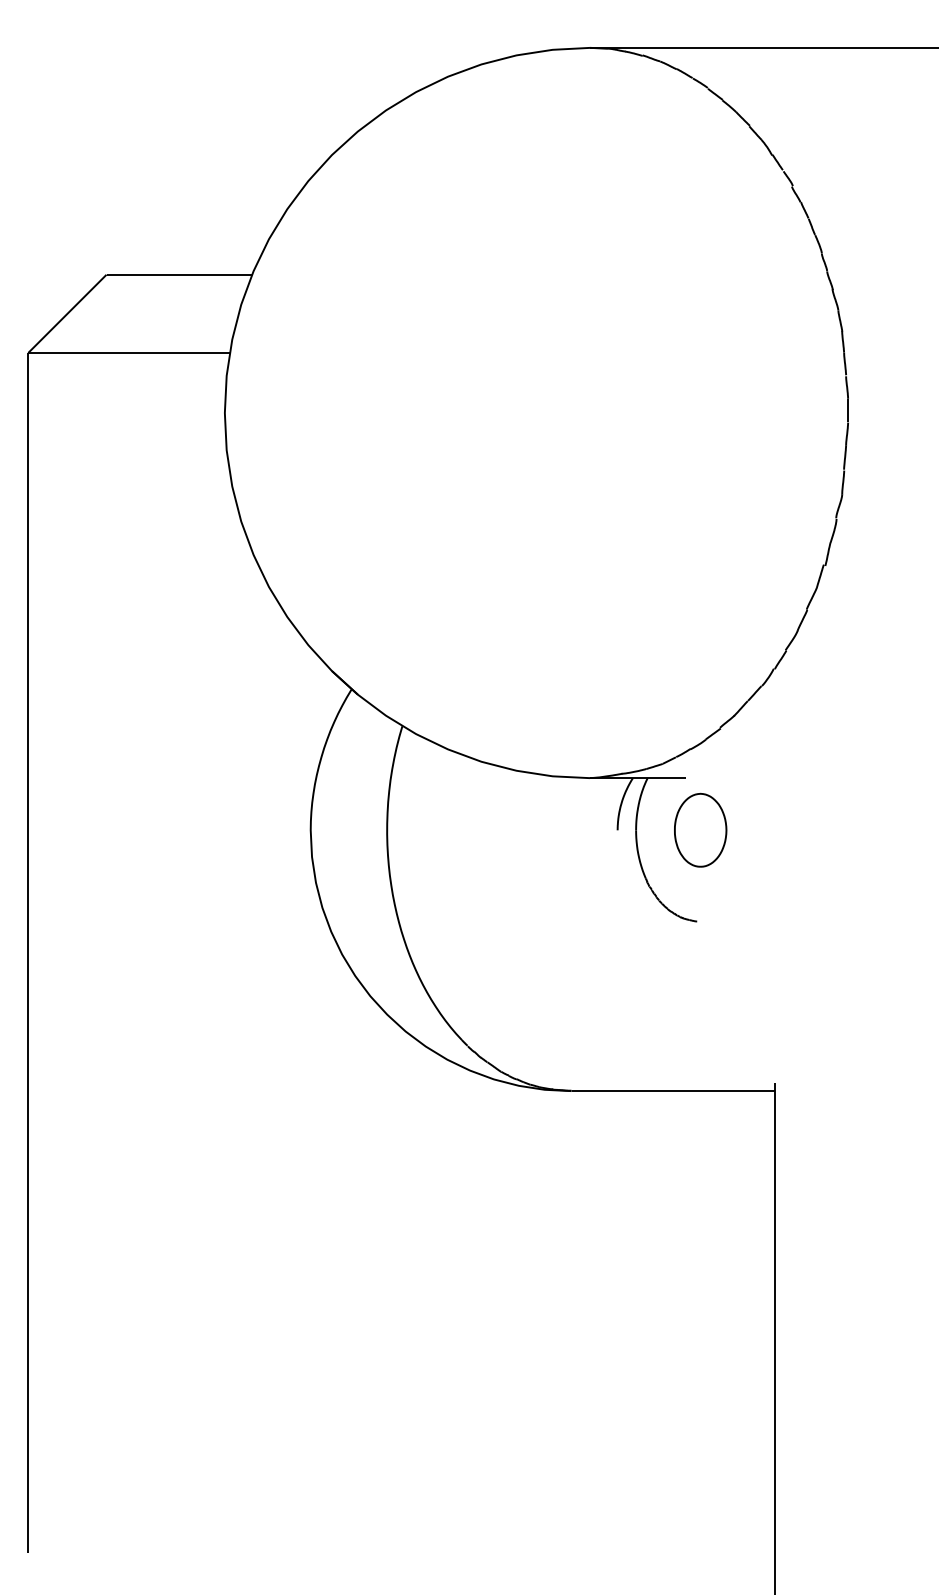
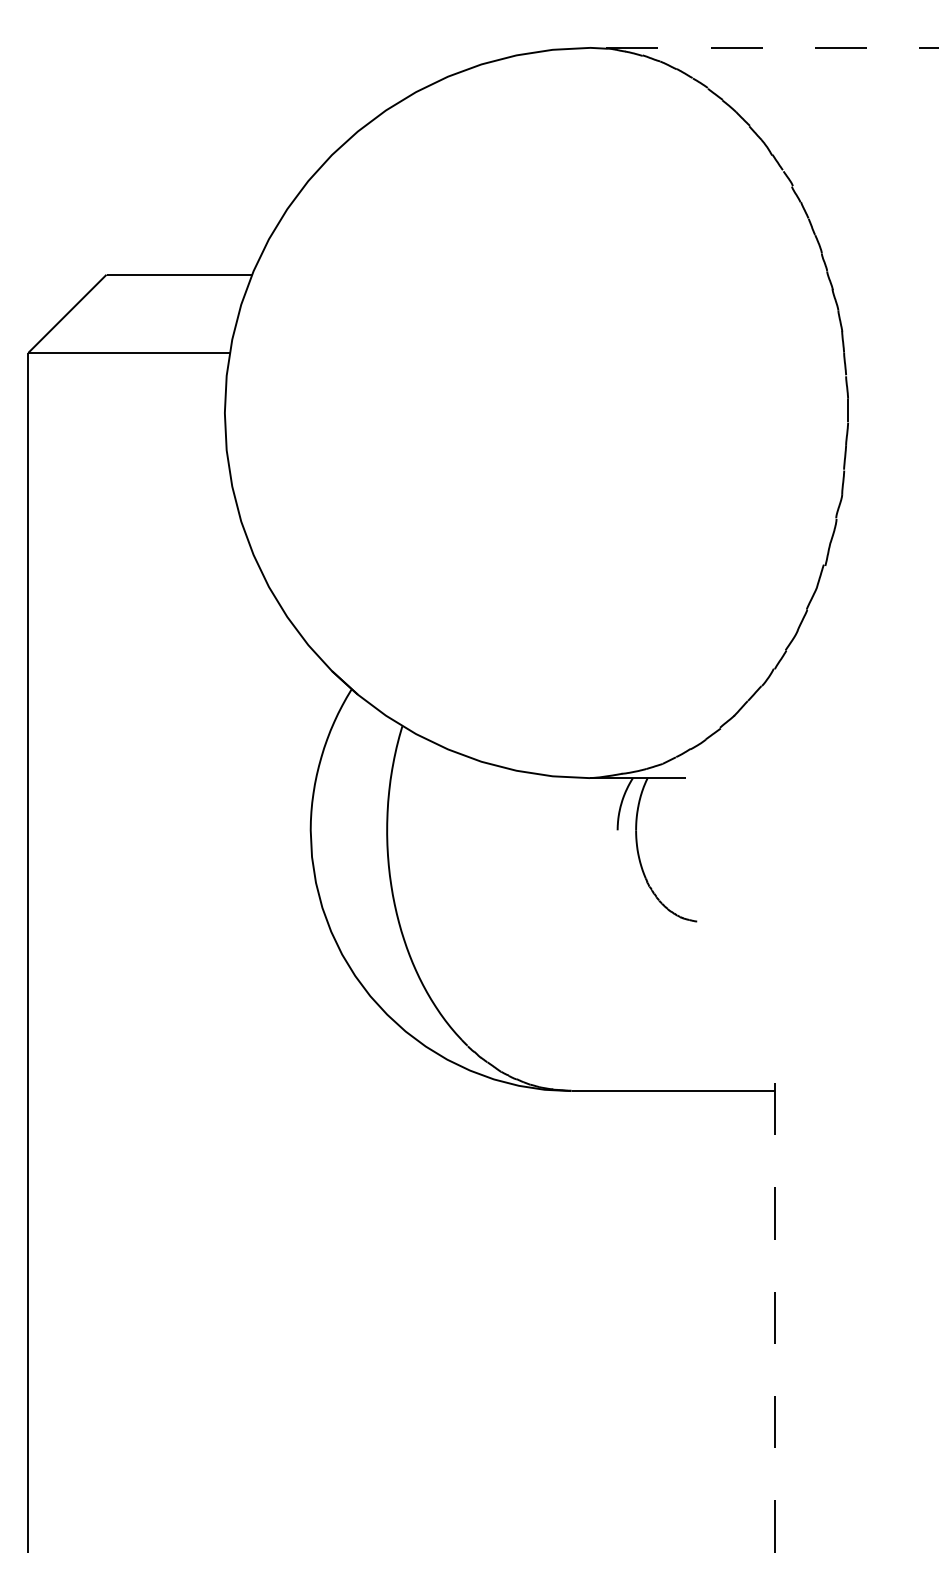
line at (763, 47): solid -> dashed
part at (700, 829): present -> none
line at (775, 1338): solid -> dashed
